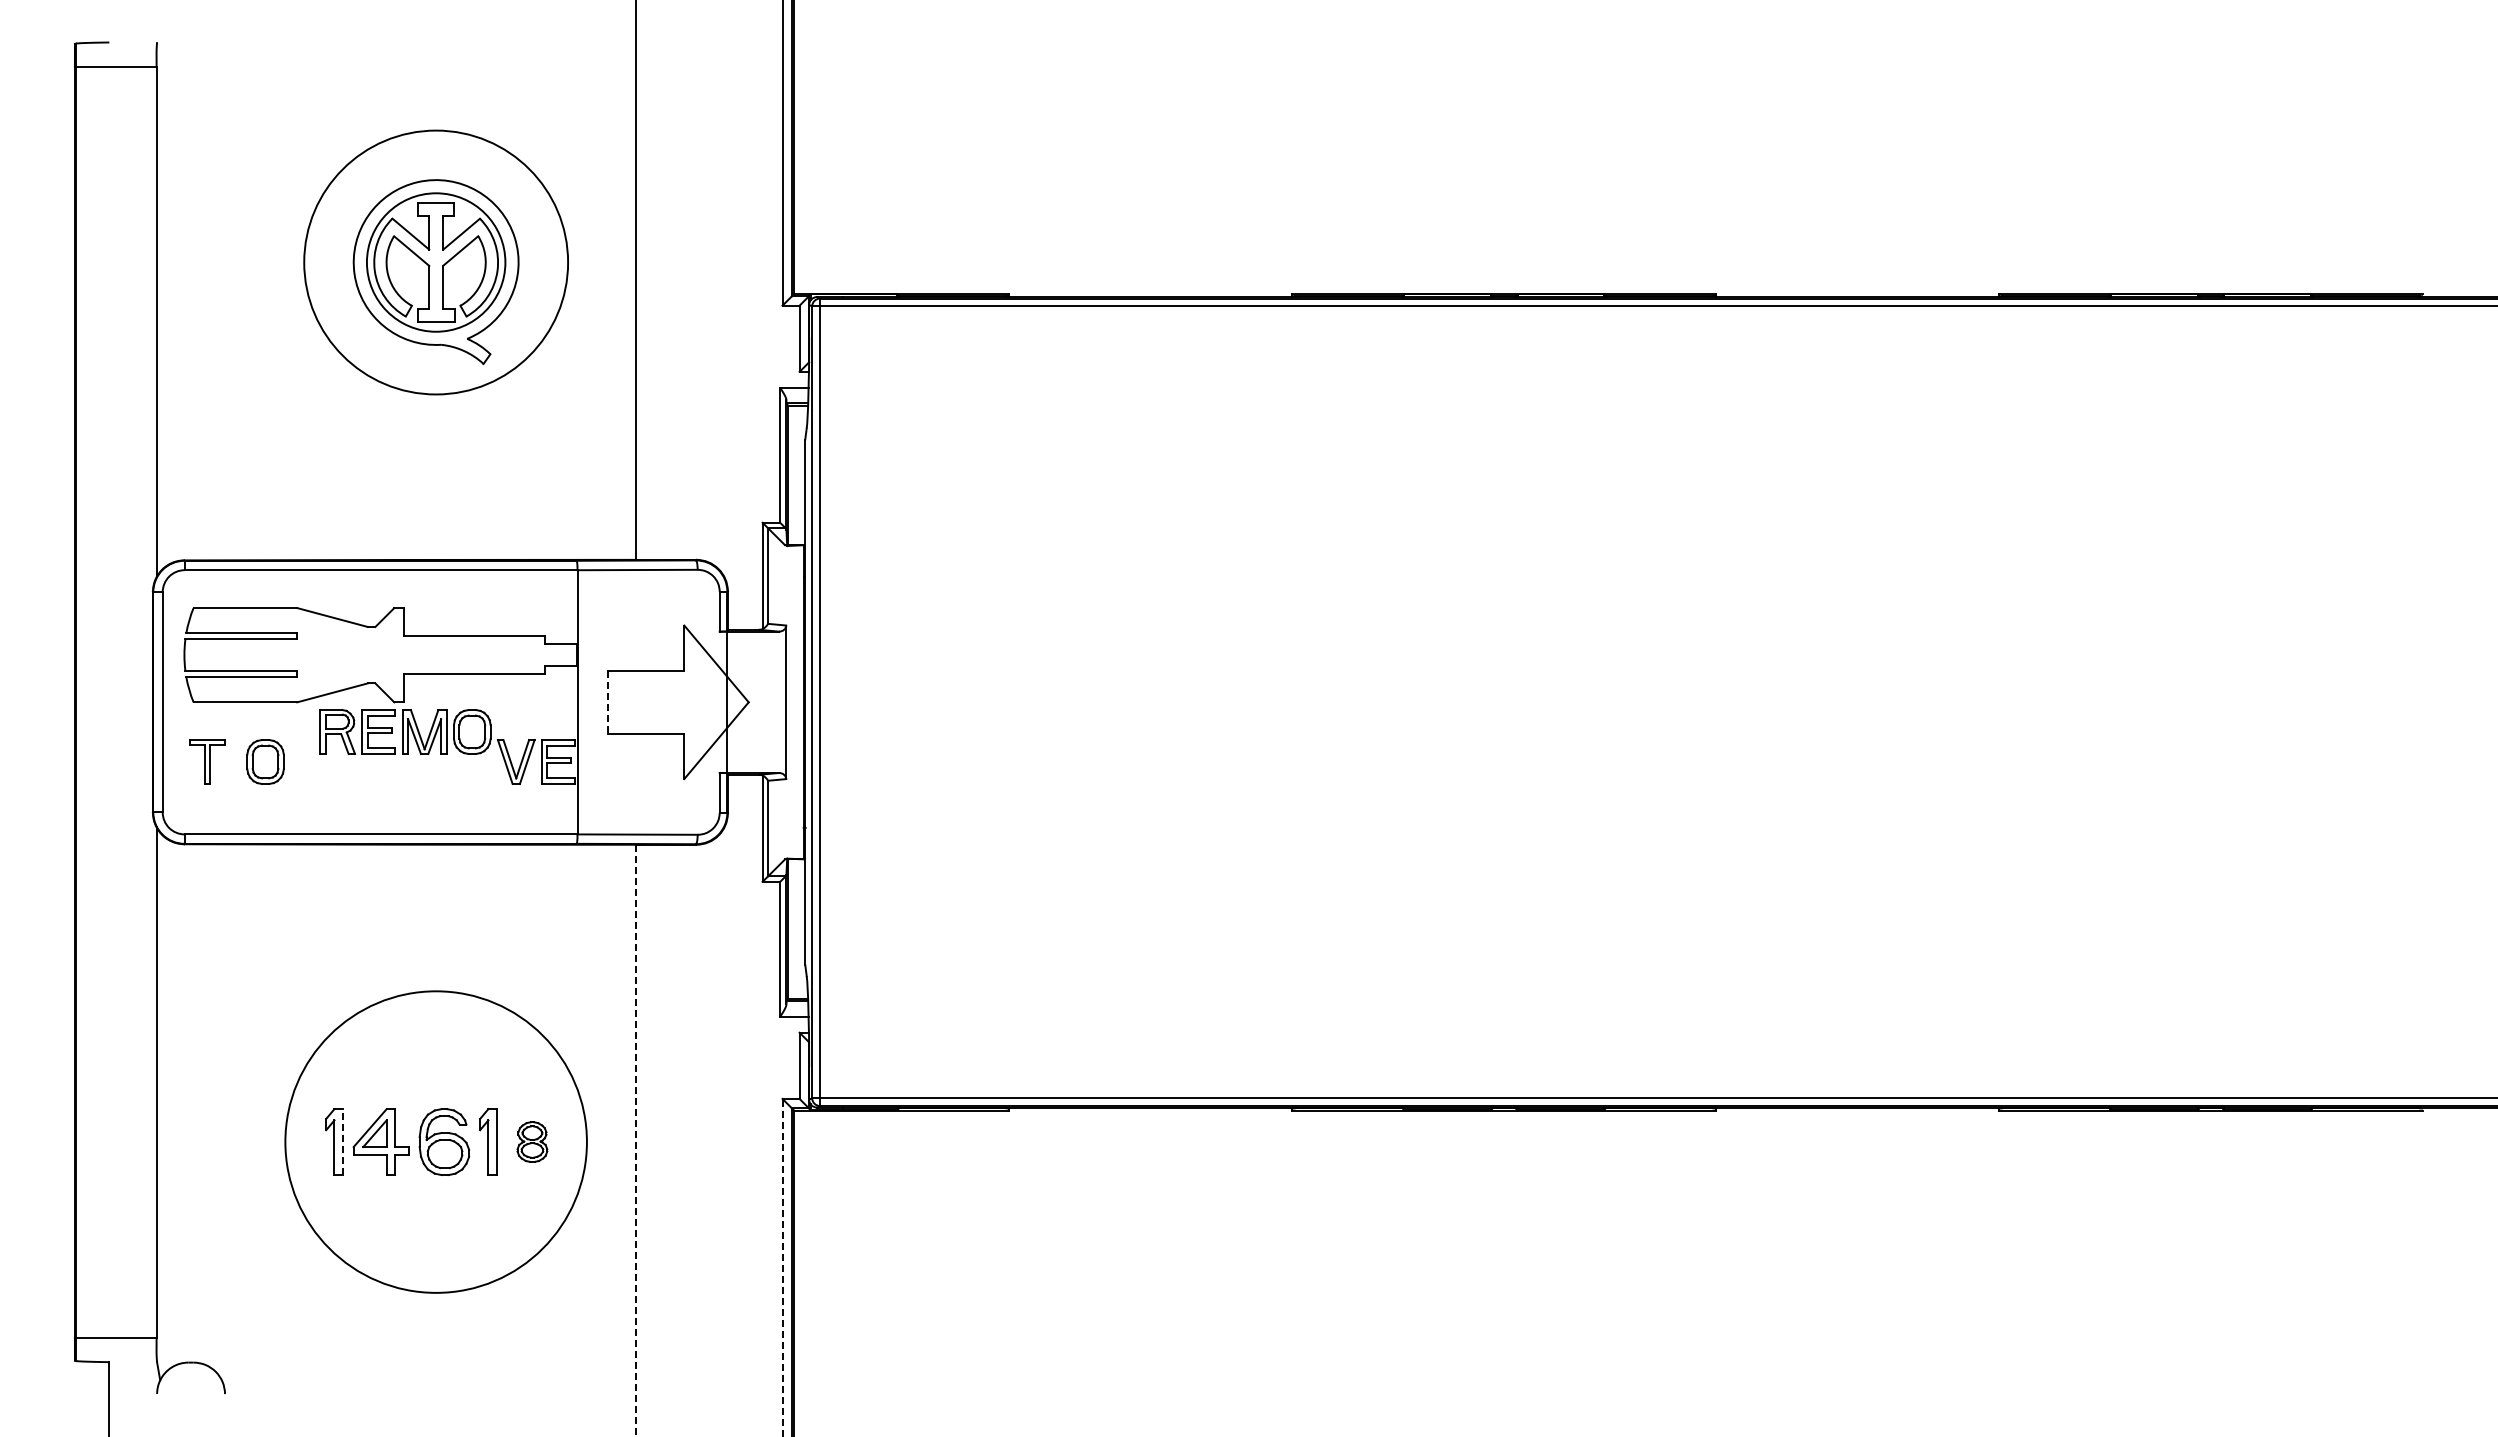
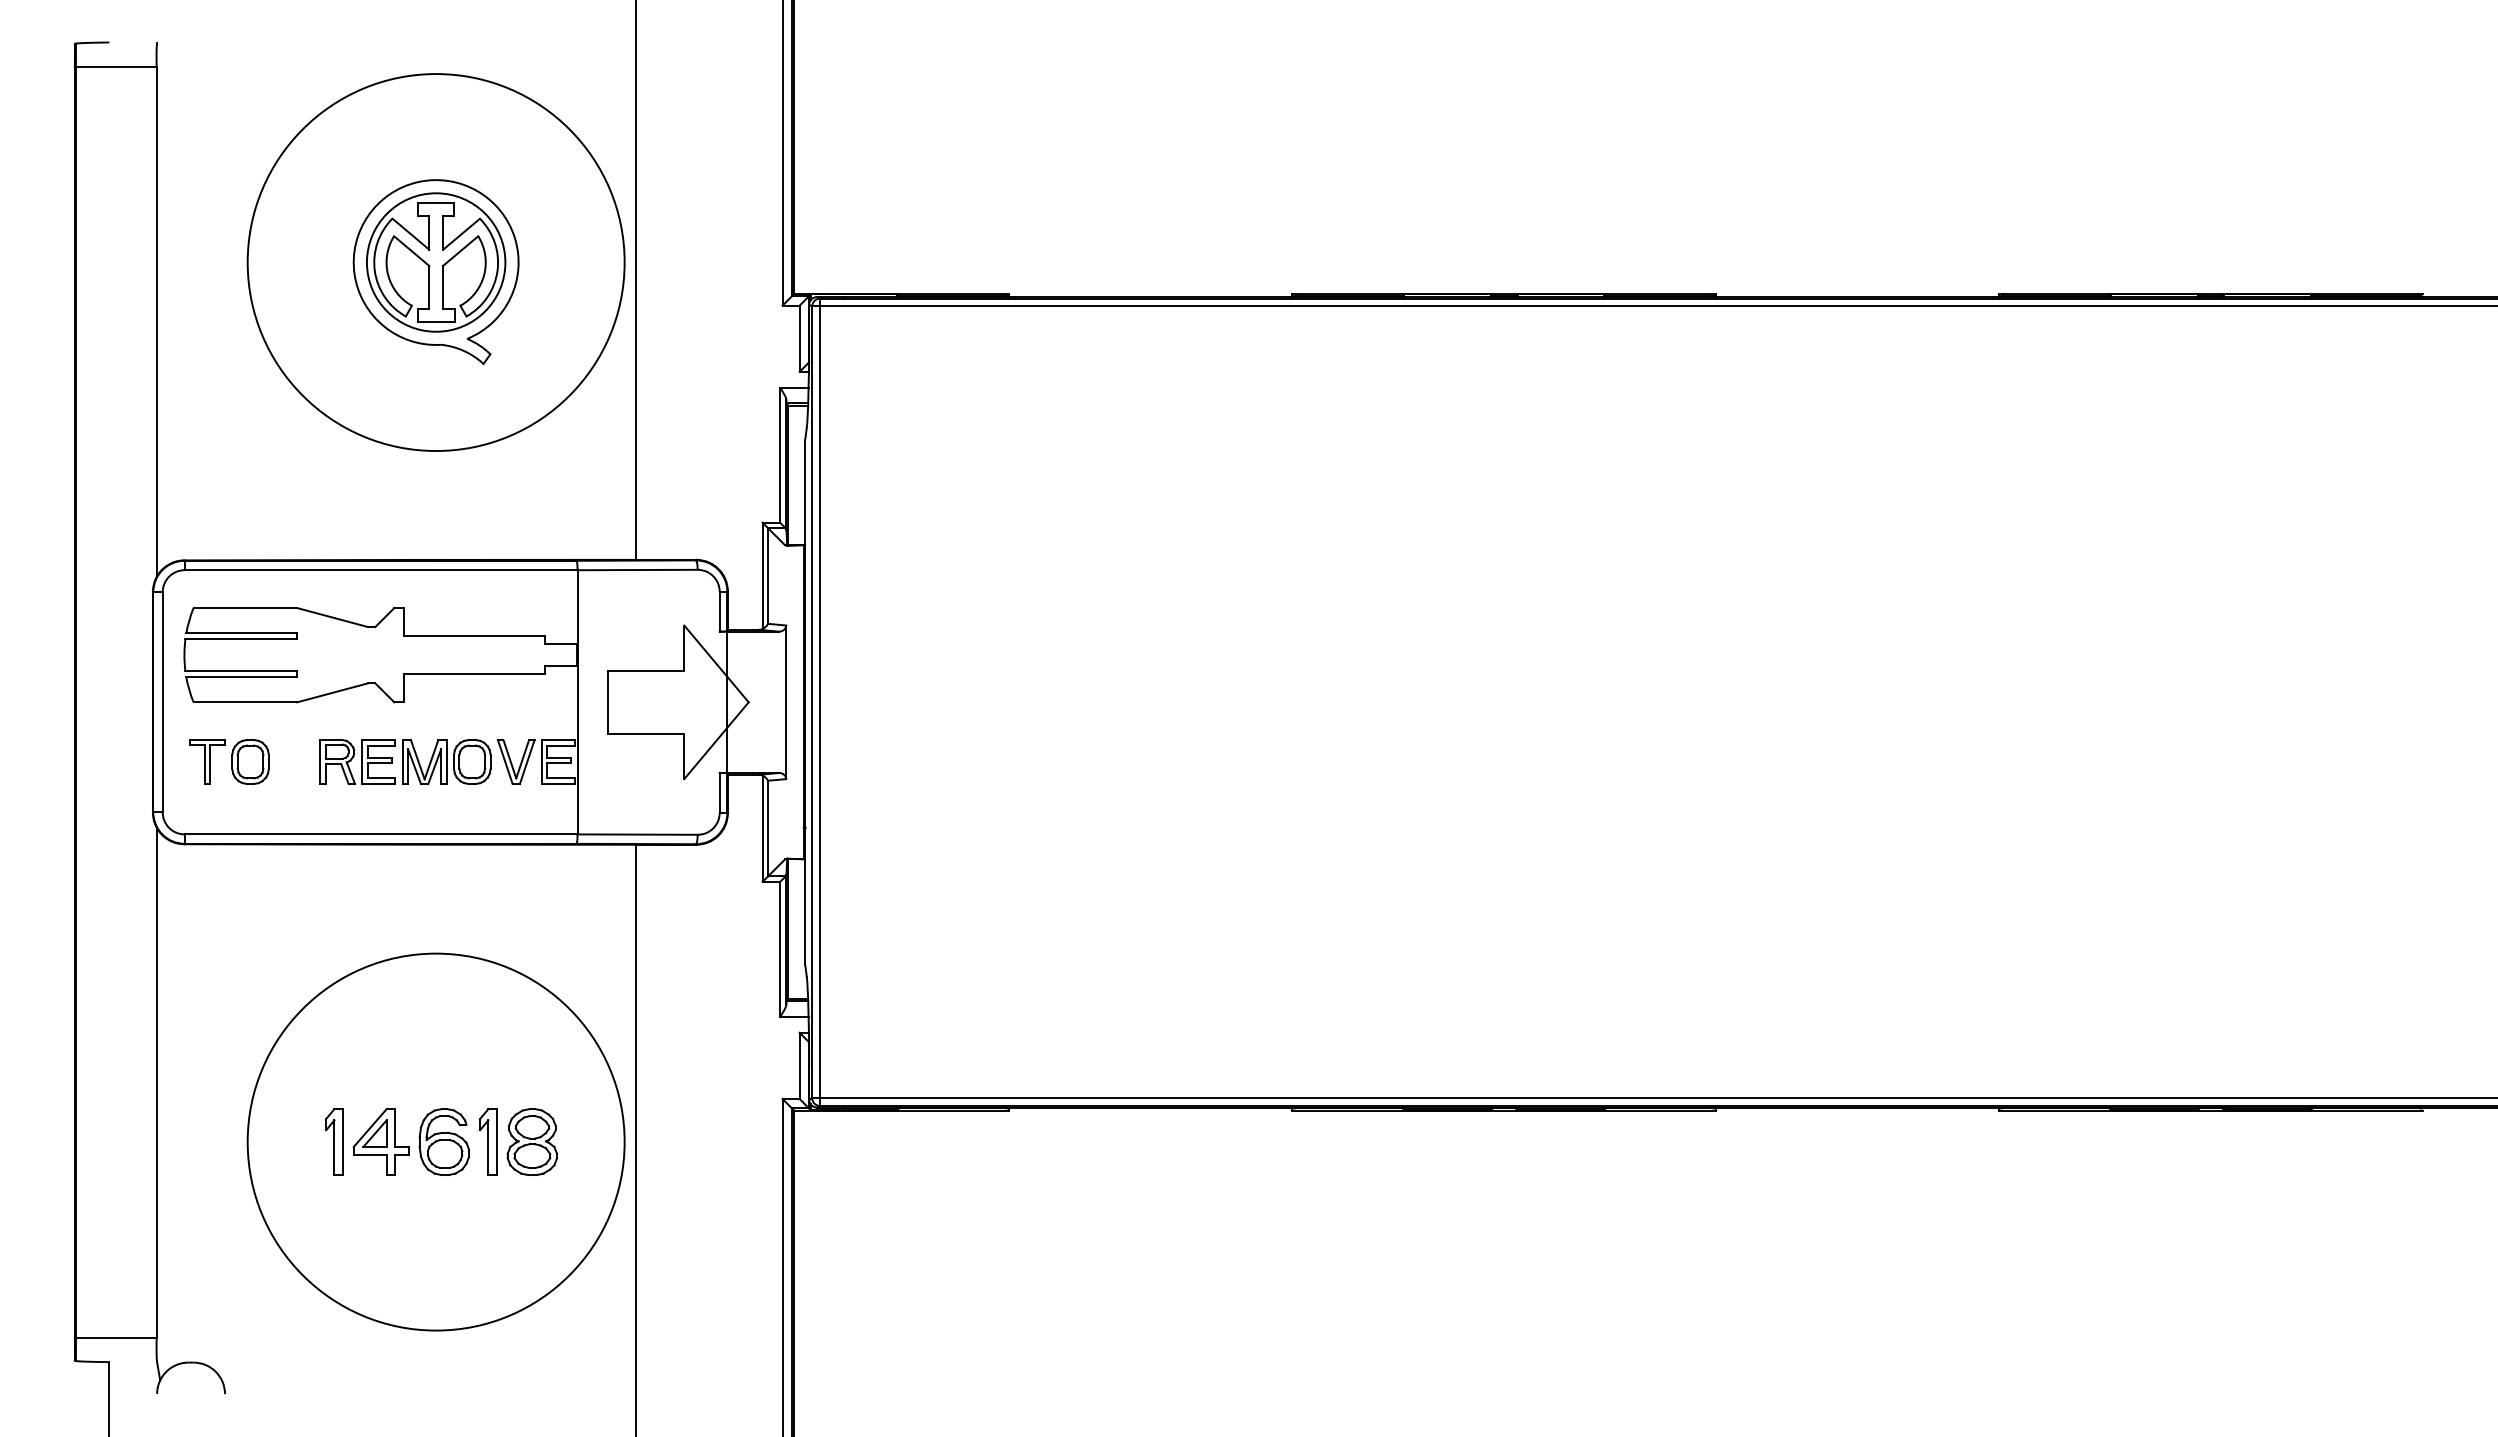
circle at (436, 262) diameter: 264 px -> 377 px
line at (607, 702): dashed -> solid
part at (405, 731) position: (405, 731) -> (405, 761)
part at (265, 761) position: (265, 761) -> (250, 761)
line at (635, 1140): dashed -> solid
circle at (435, 1141) diameter: 302 px -> 377 px
part at (532, 1141) size: 33x42 px -> 53x68 px
line at (342, 1142): dashed -> solid
line at (782, 1267): dashed -> solid
